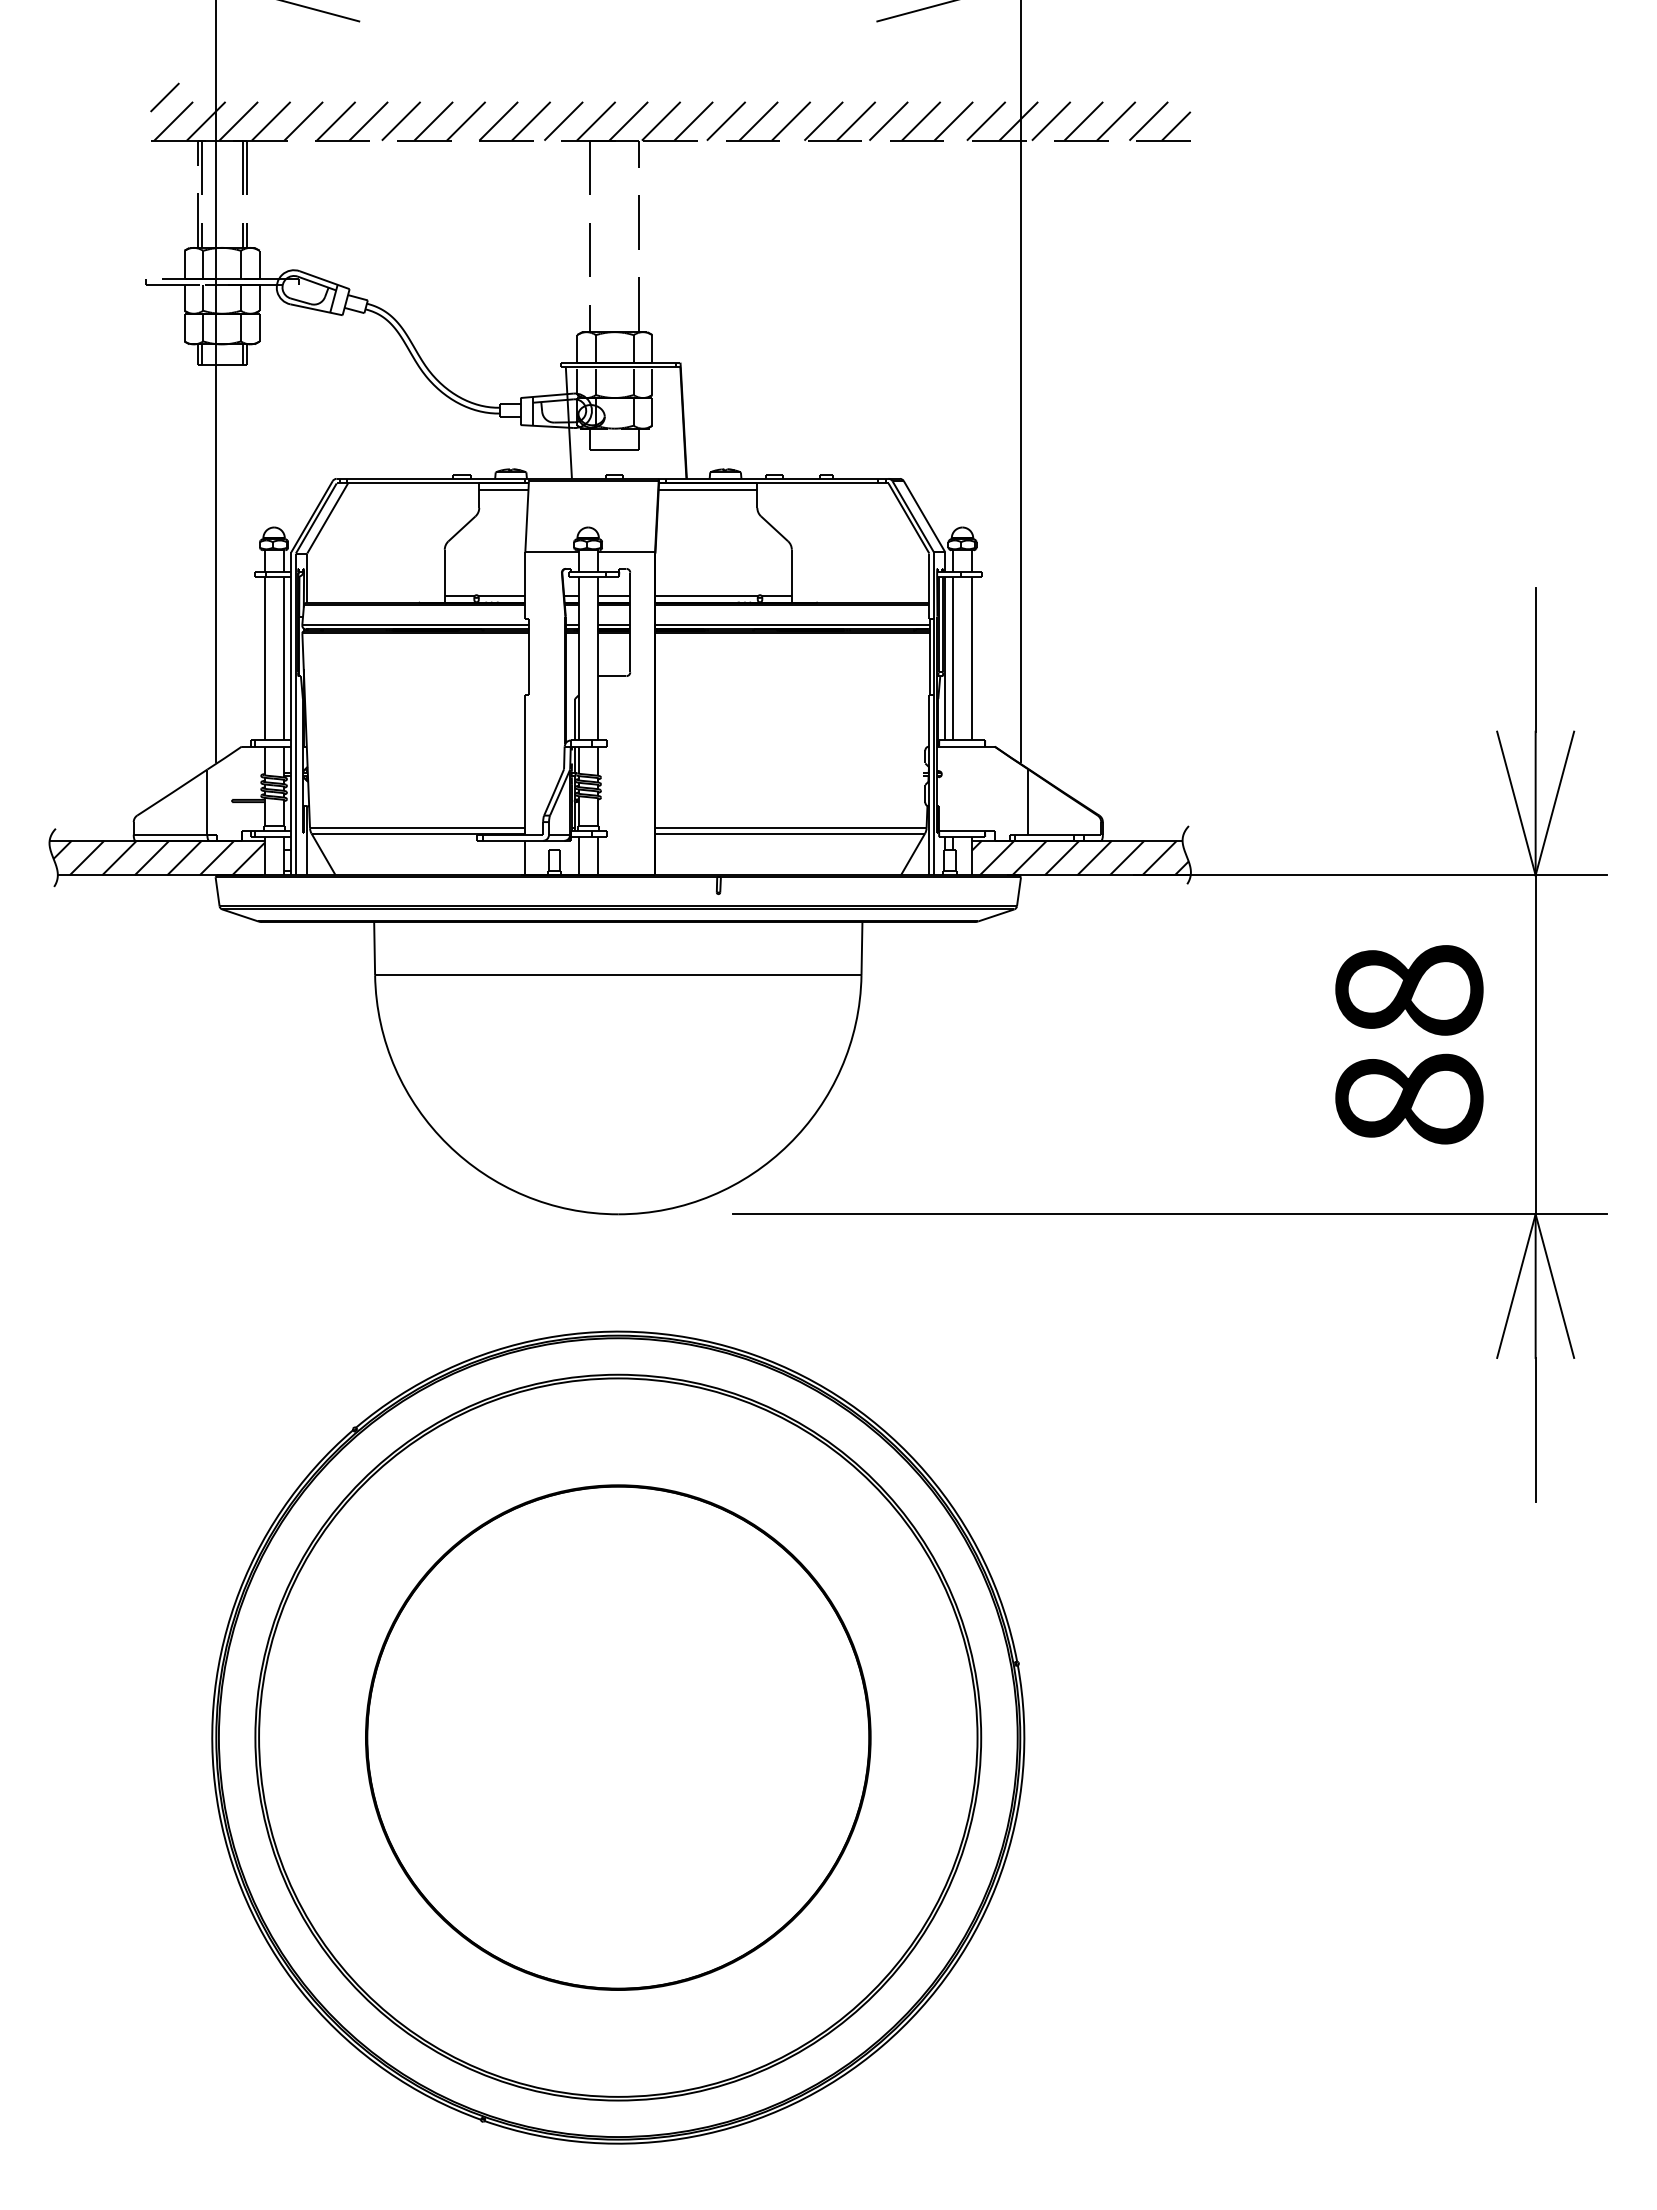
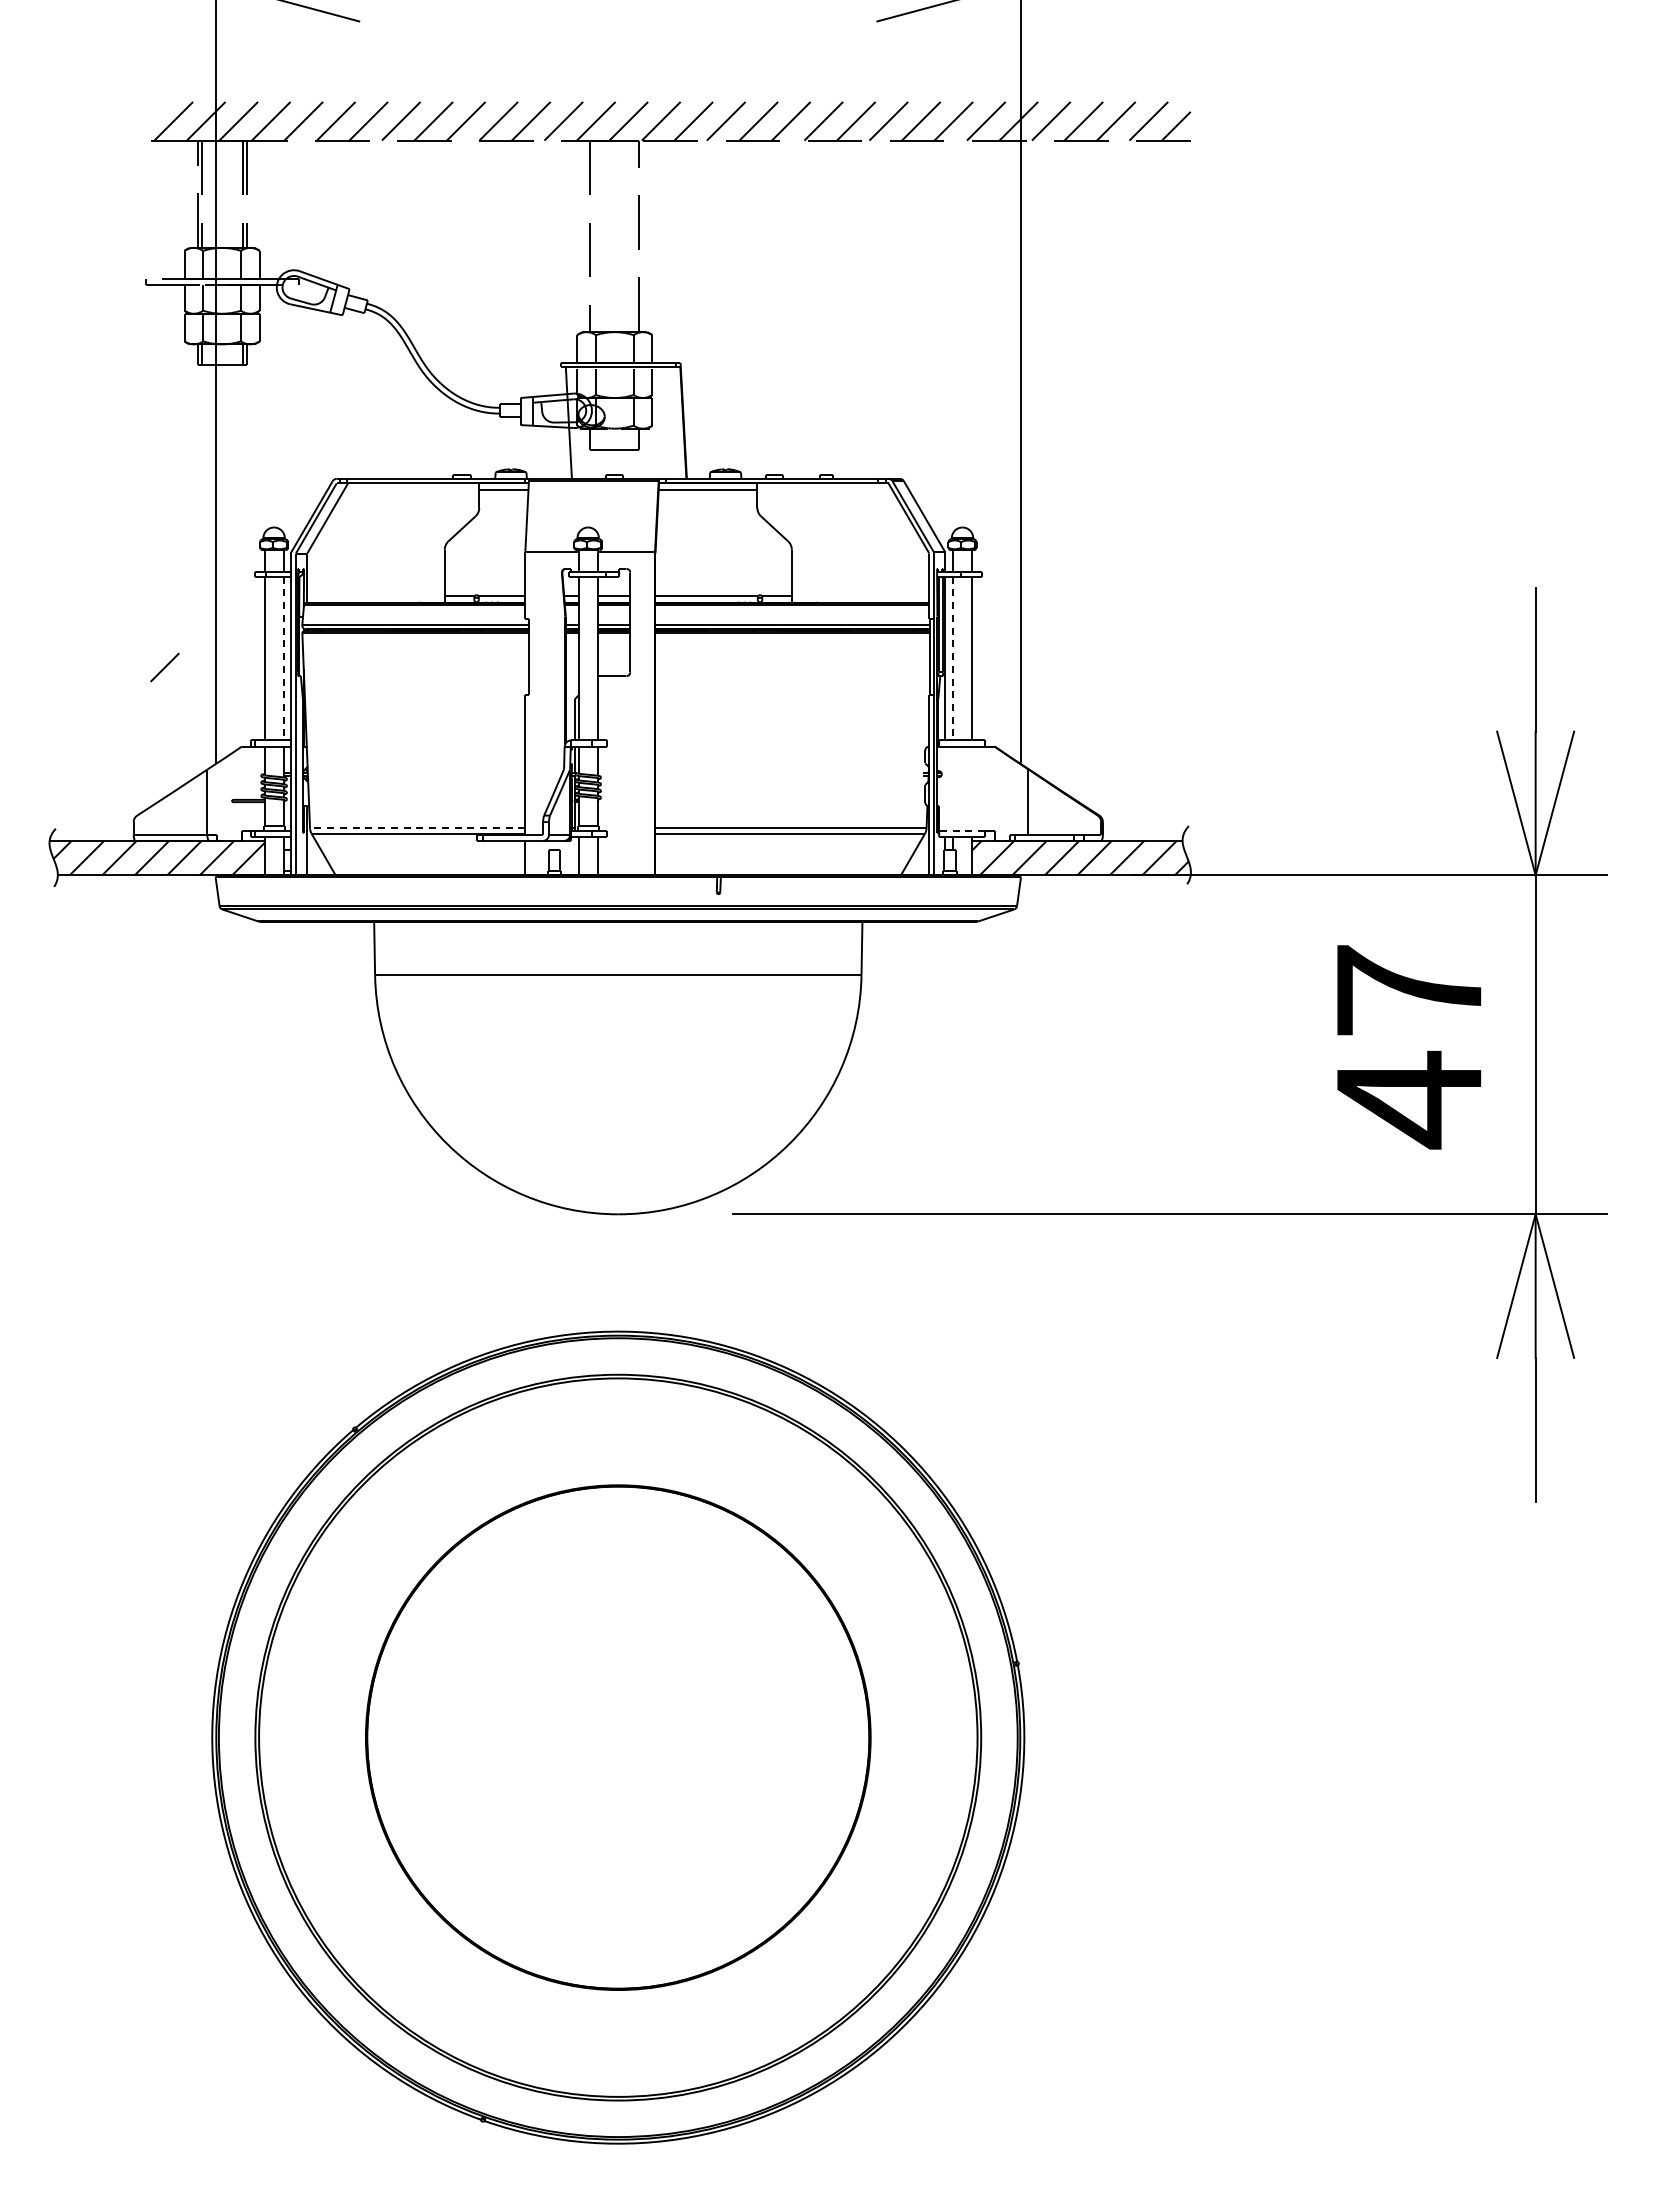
line at (164, 97) position: (164, 97) -> (164, 667)
line at (283, 658): solid -> dashed
line at (952, 658): solid -> dashed
line at (417, 828): solid -> dashed
line at (962, 830): solid -> dashed
text at (1409, 1047): 88 -> 47
